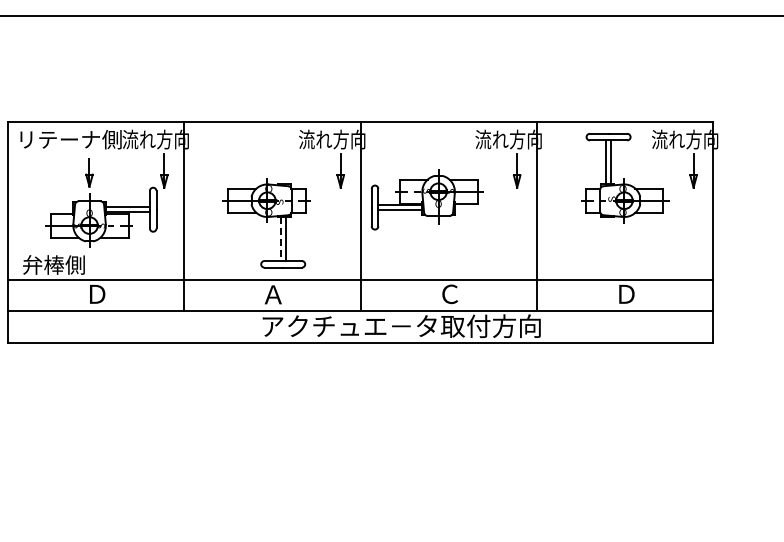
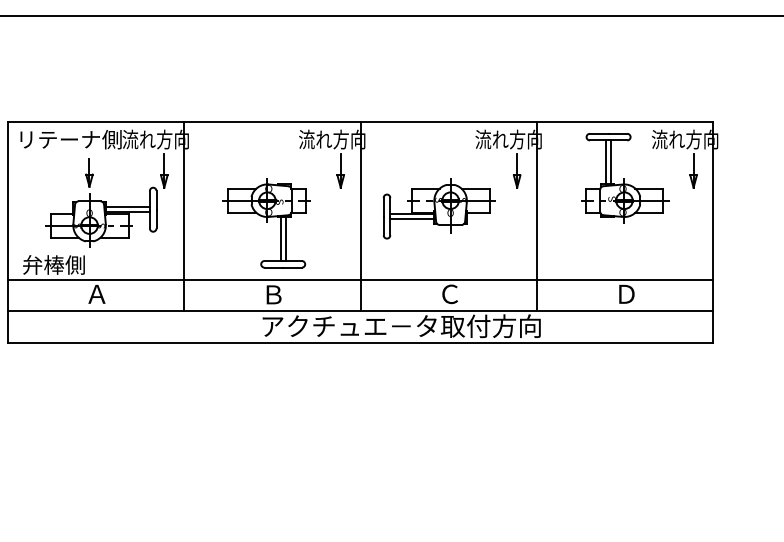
part at (426, 199) position: (426, 199) -> (438, 208)
line at (280, 239): dashed -> solid
text at (96, 293): Ｄ -> Ａ
text at (272, 294): Ａ -> Ｂ
